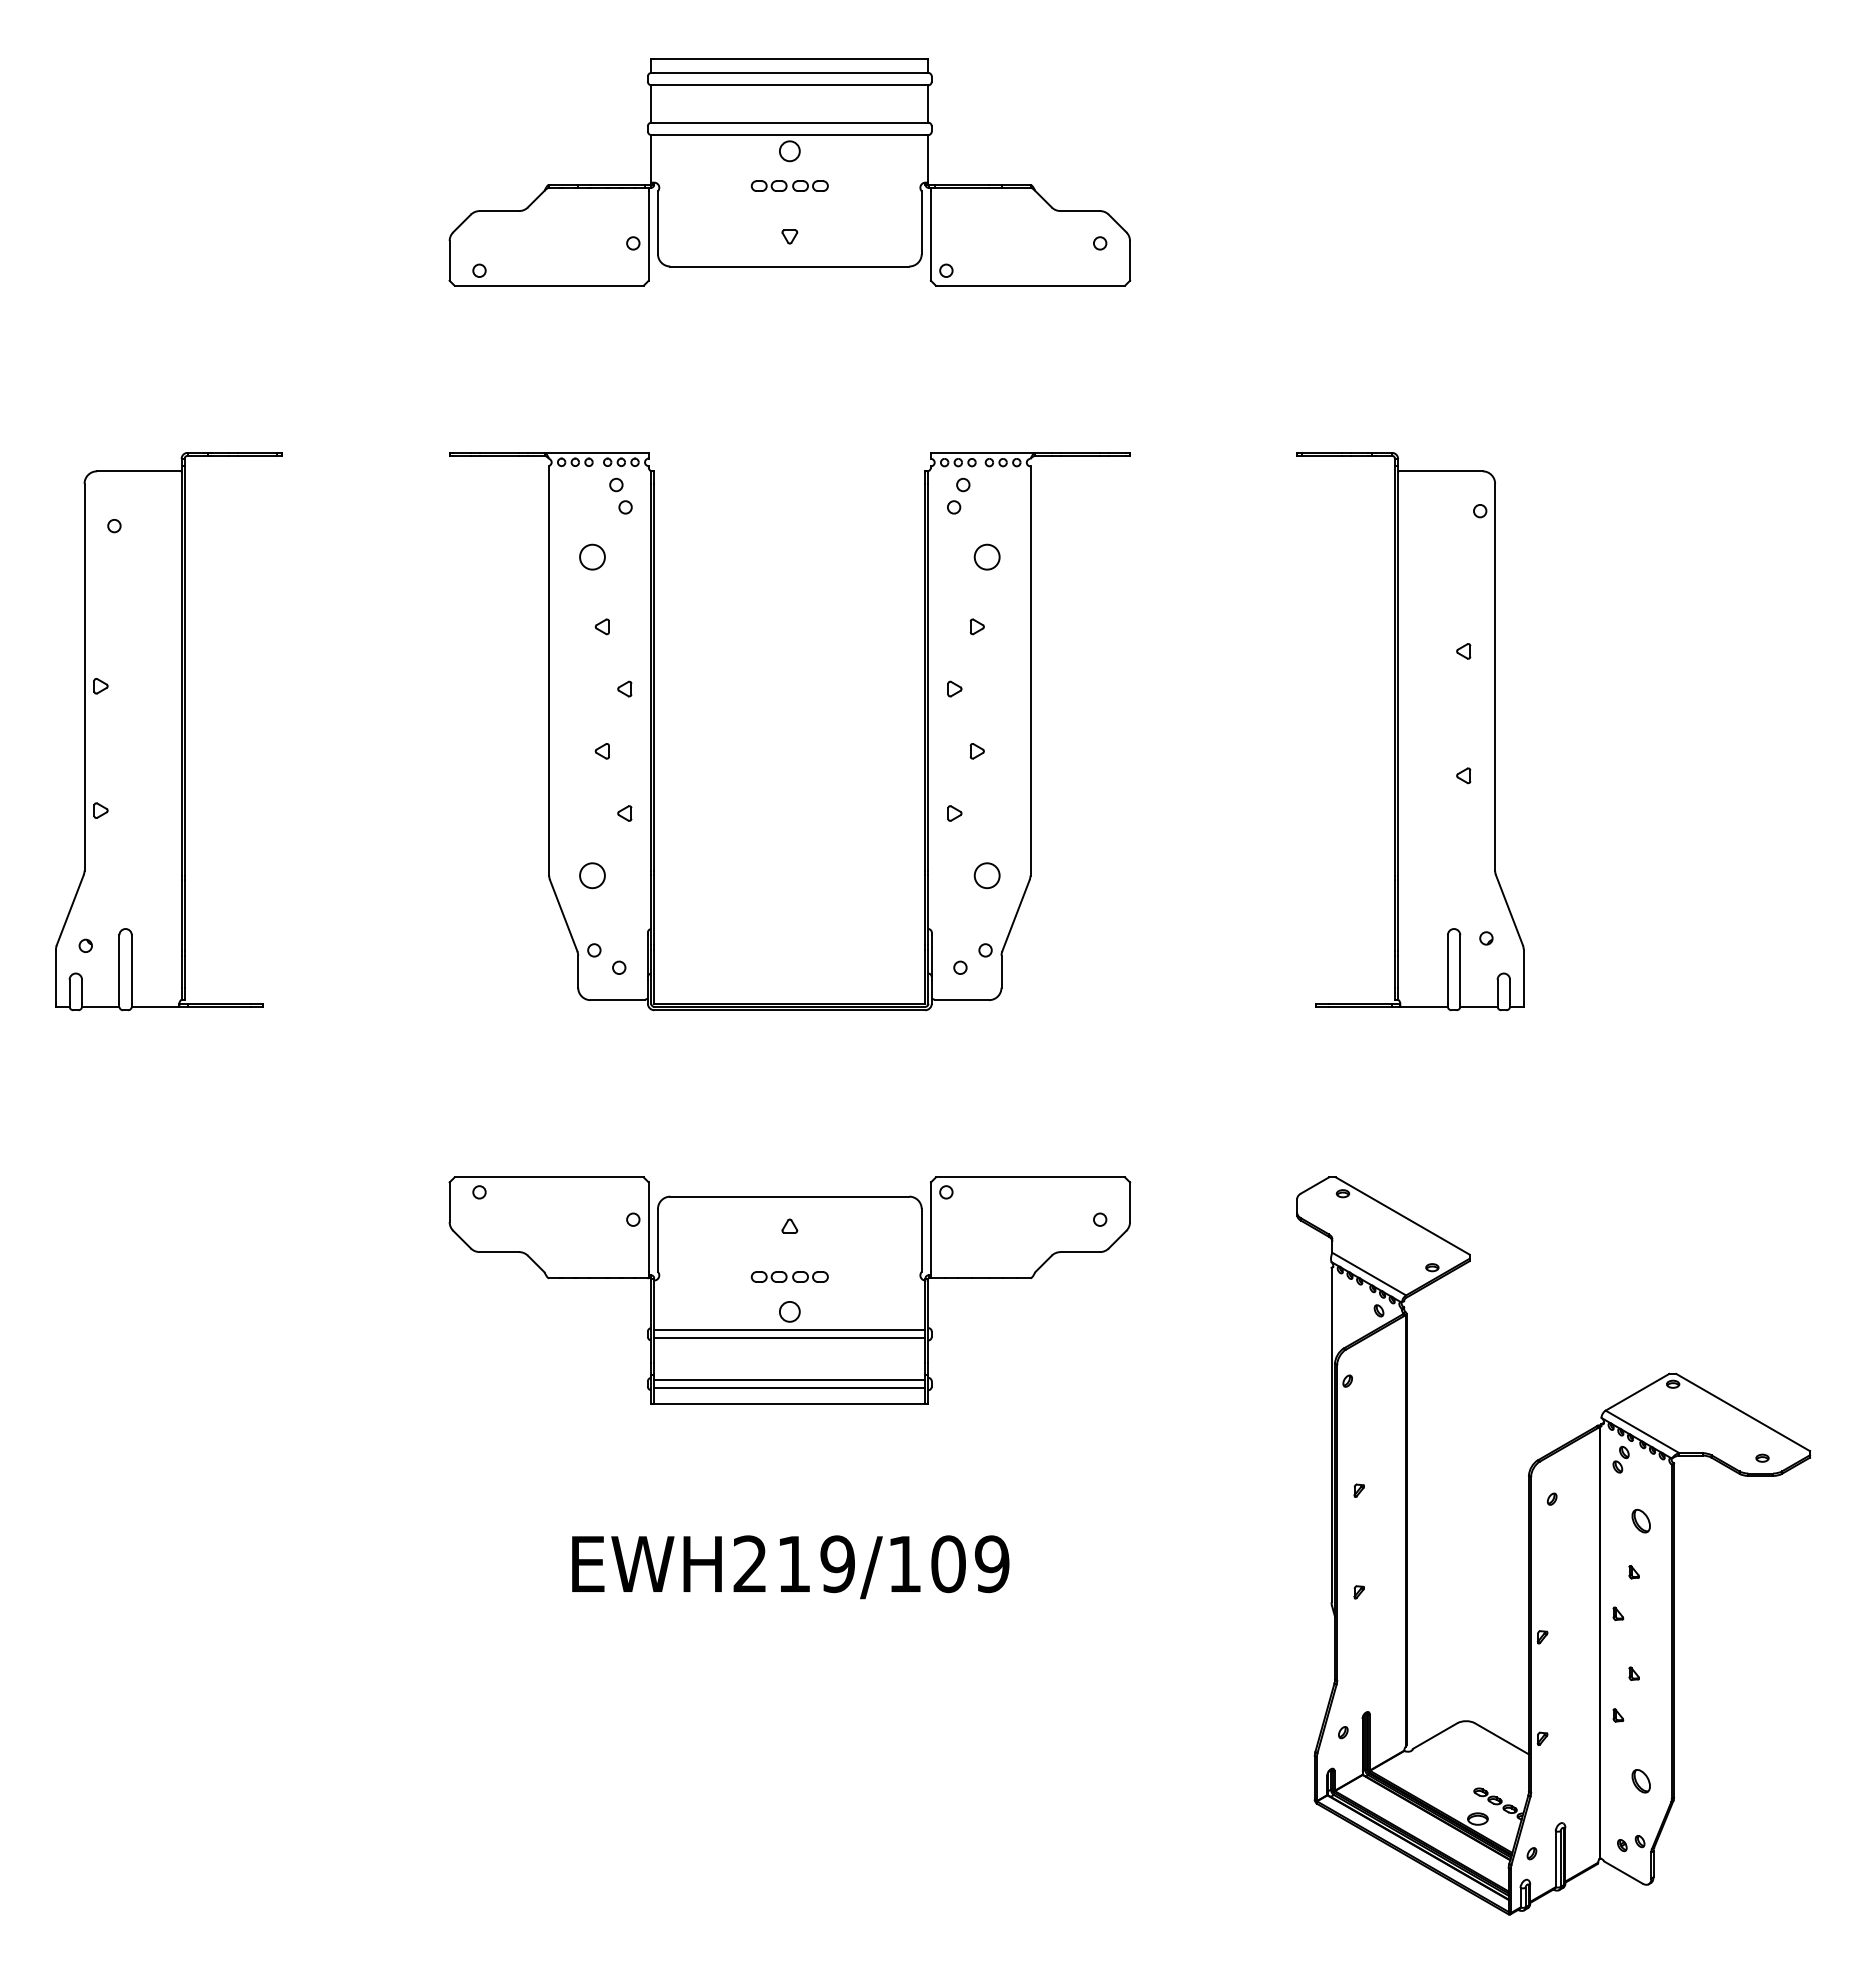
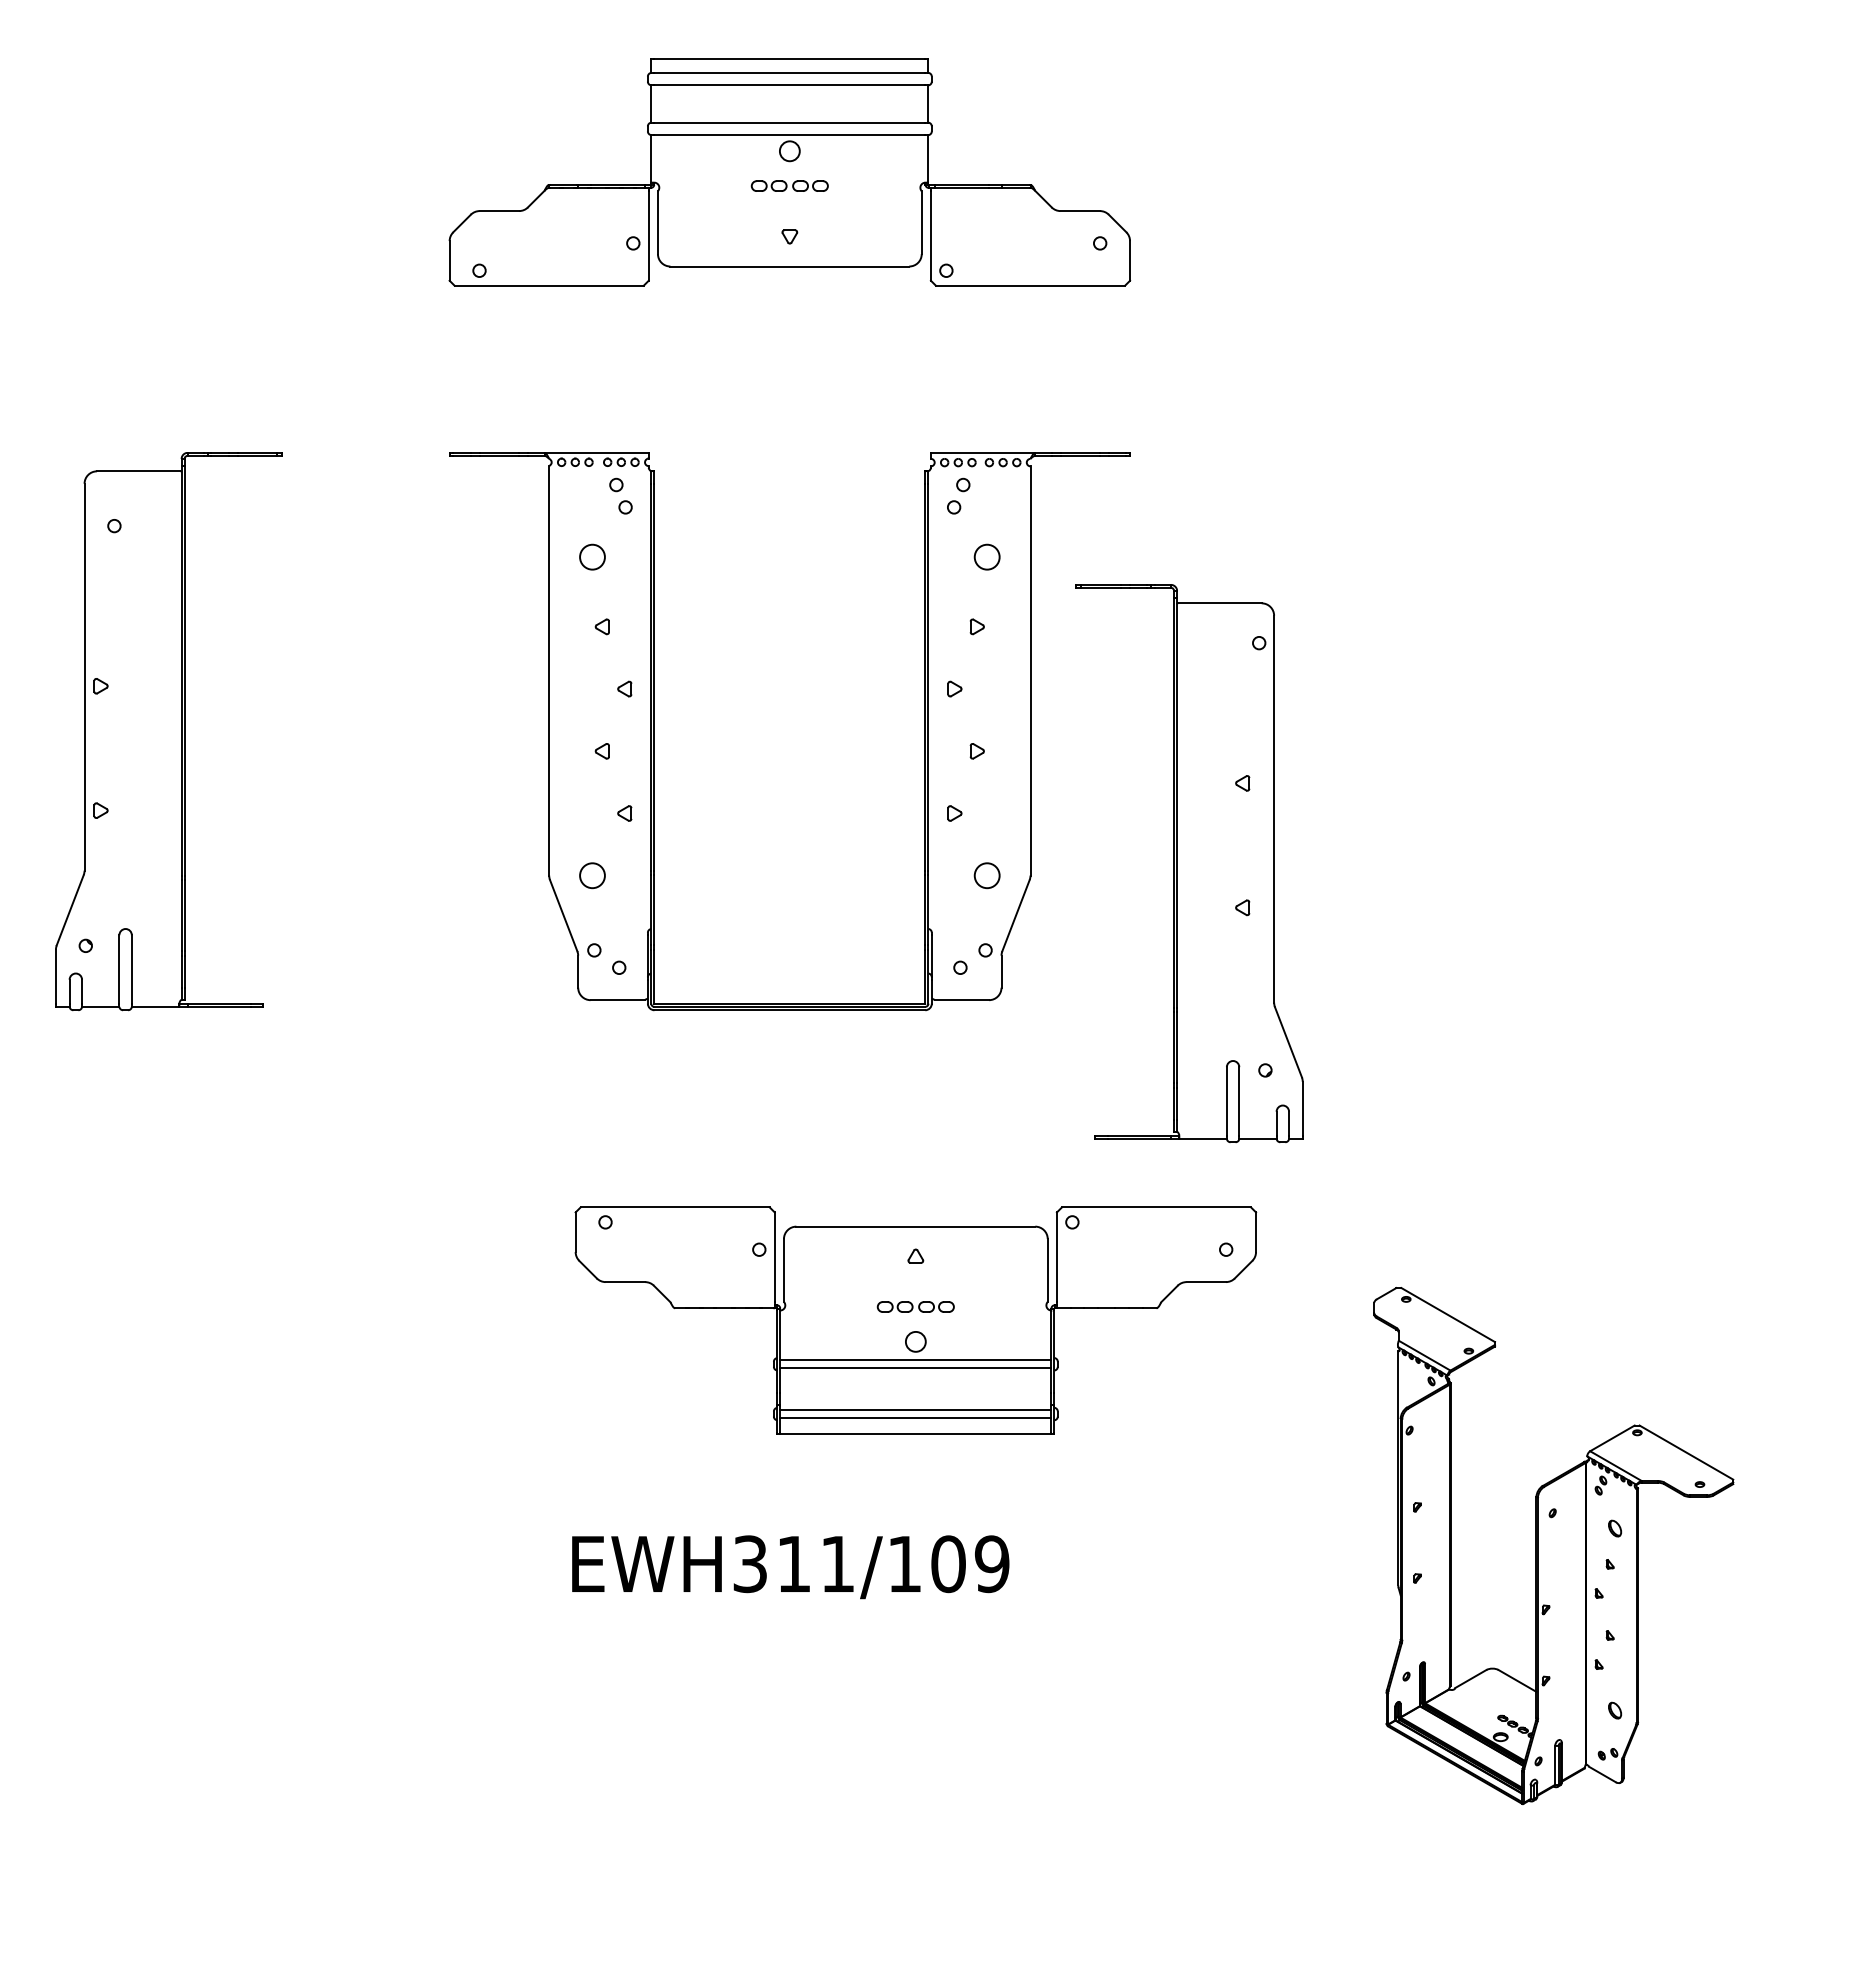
part at (1410, 731) position: (1410, 731) -> (1189, 863)
part at (789, 1290) position: (789, 1290) -> (915, 1320)
part at (1553, 1545) size: 516x740 px -> 362x519 px
text at (793, 1564): EWH219/109 -> EWH311/109
